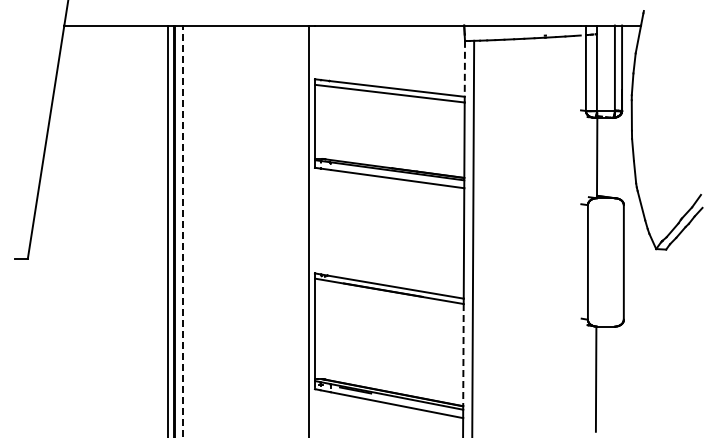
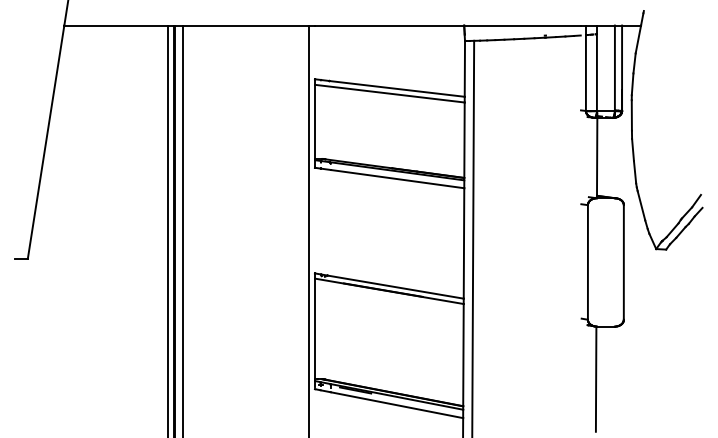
line at (464, 68): dashed -> solid
line at (182, 231): dashed -> solid
line at (463, 355): dashed -> solid
